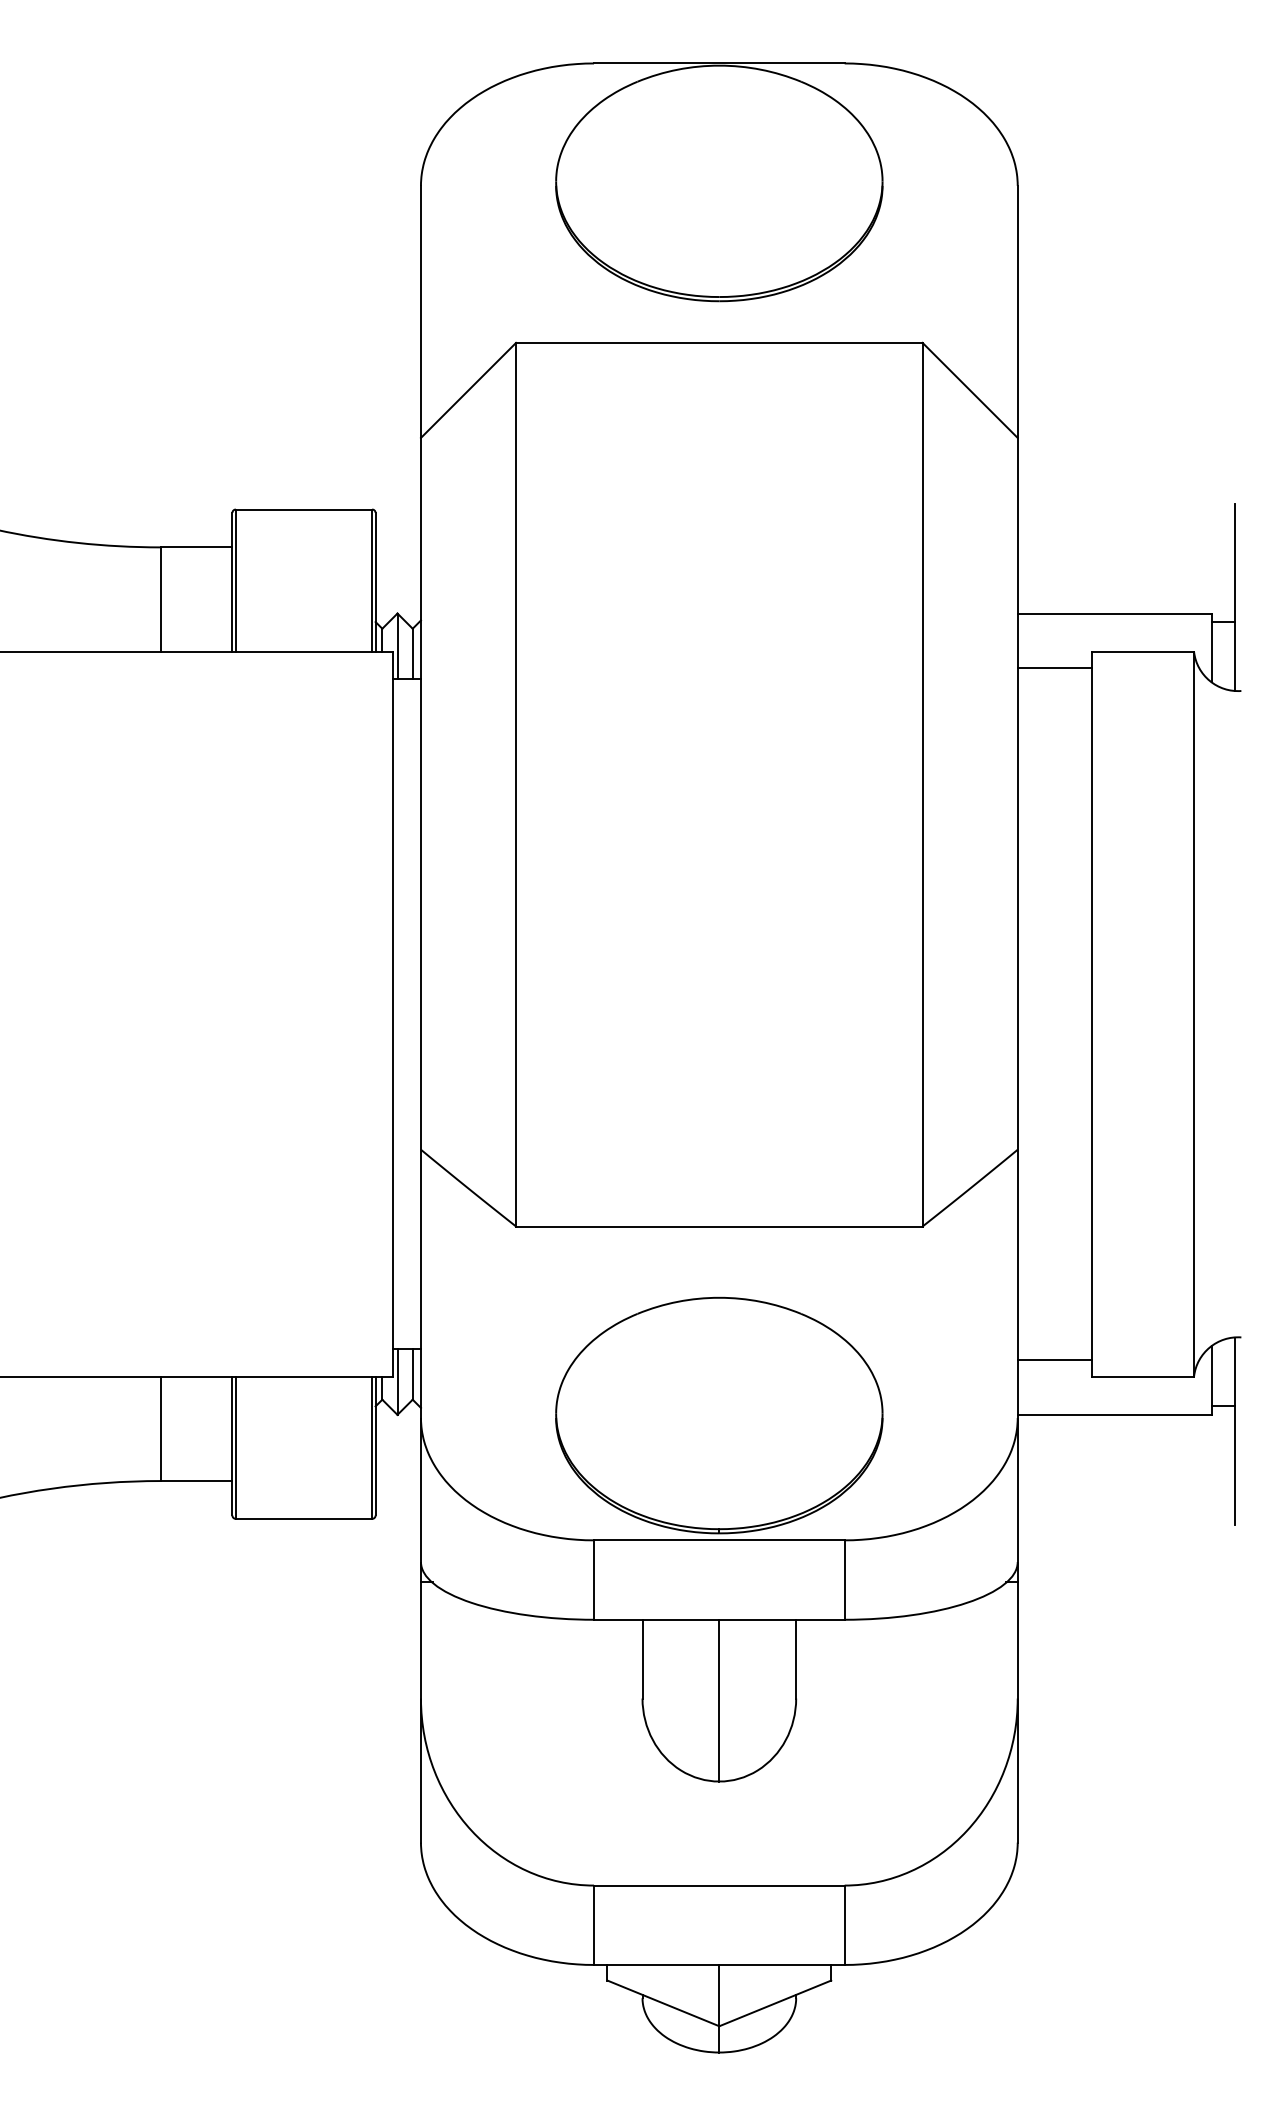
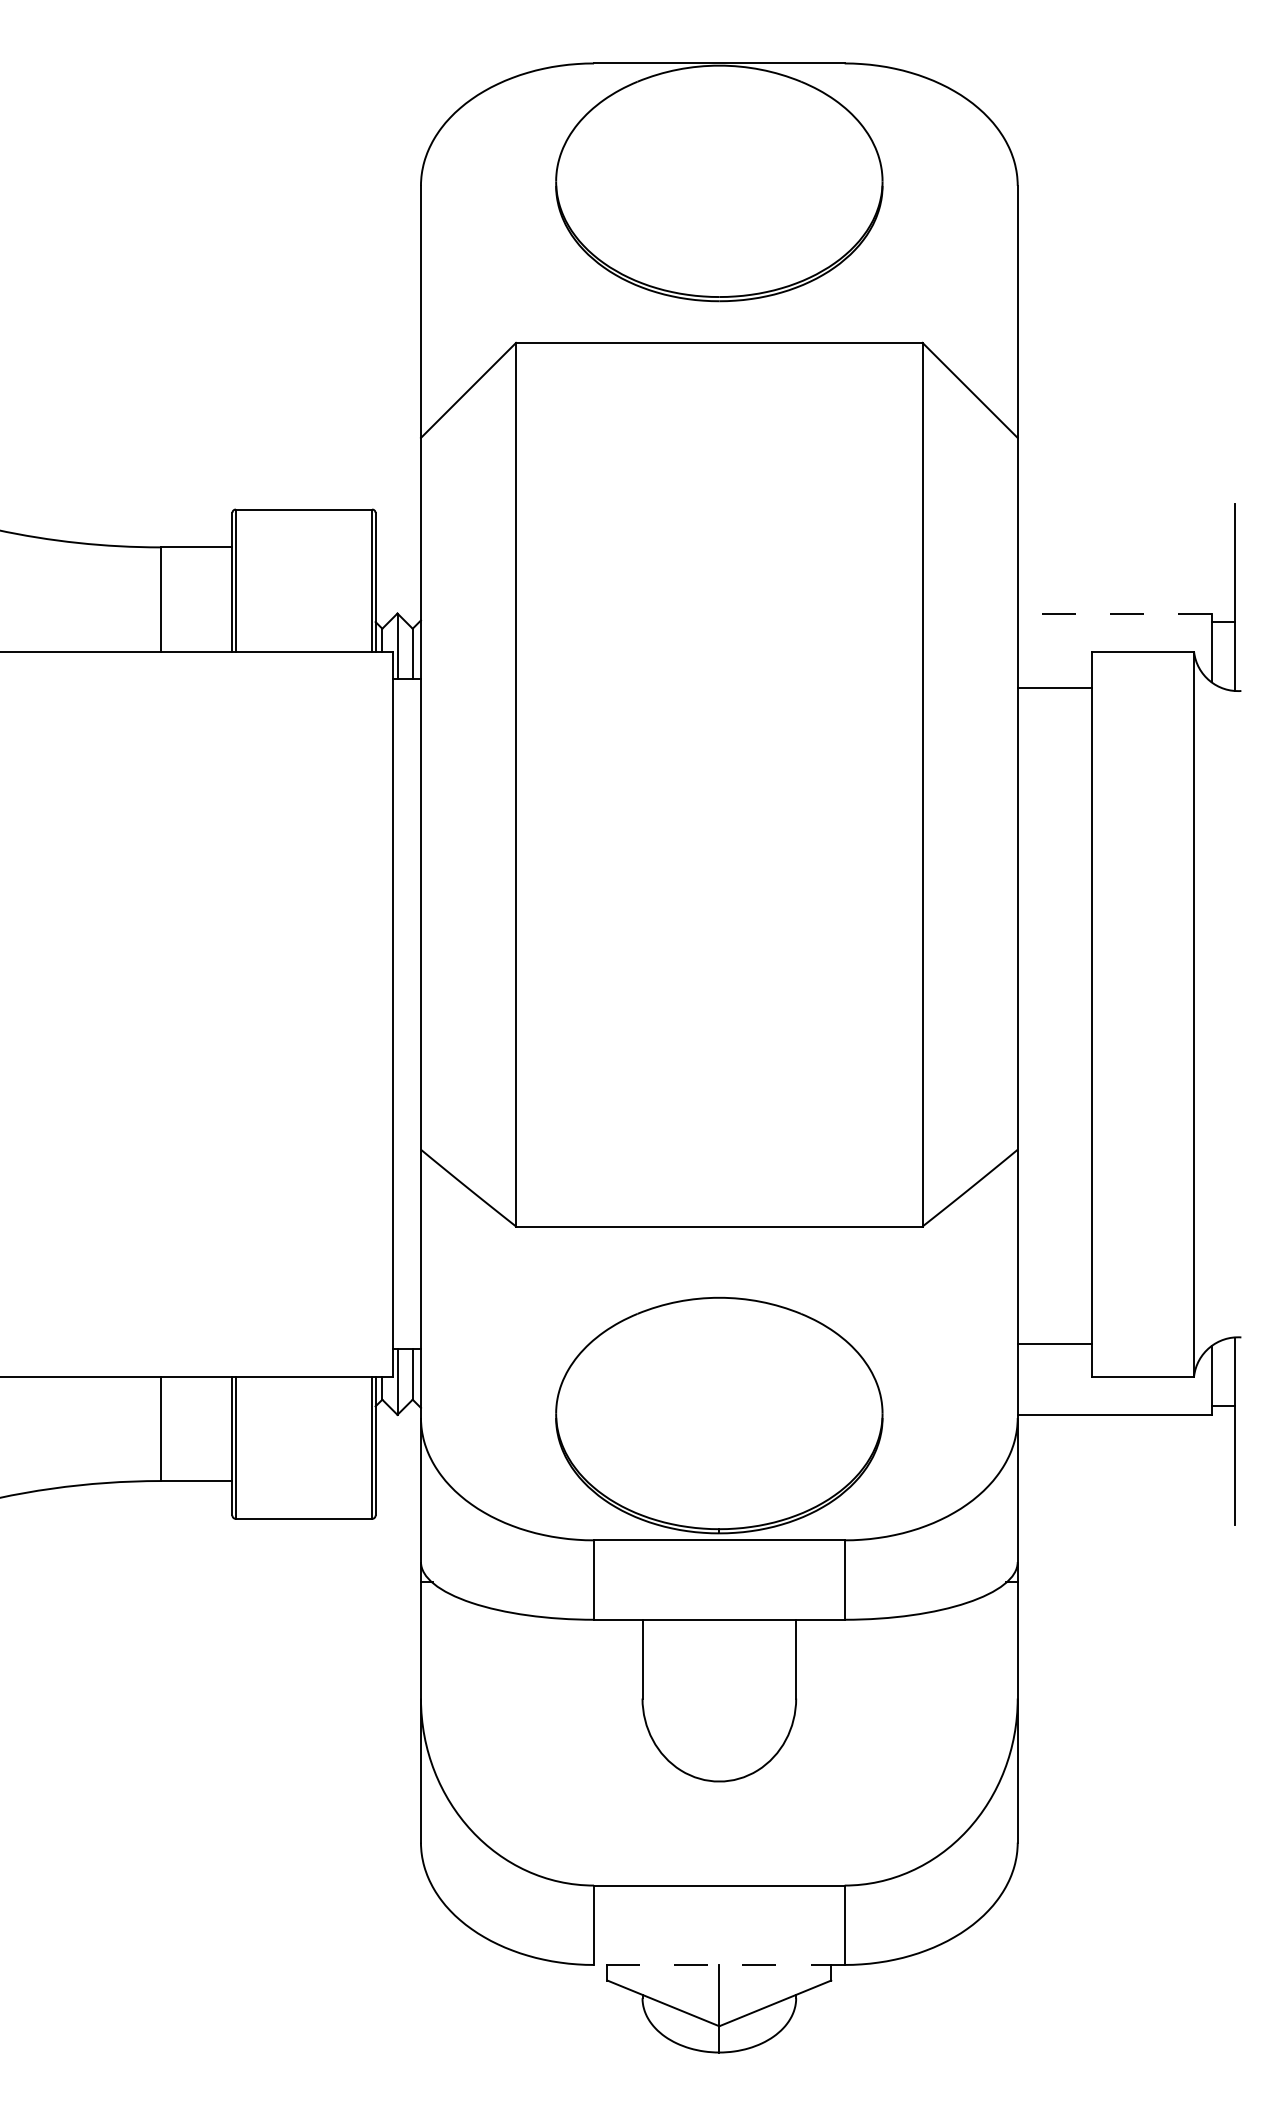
line at (1114, 613): solid -> dashed
line at (1054, 668) position: (1054, 668) -> (1054, 688)
line at (1054, 1360) position: (1054, 1360) -> (1054, 1344)
line at (719, 1700): present -> none
line at (718, 1964): solid -> dashed
